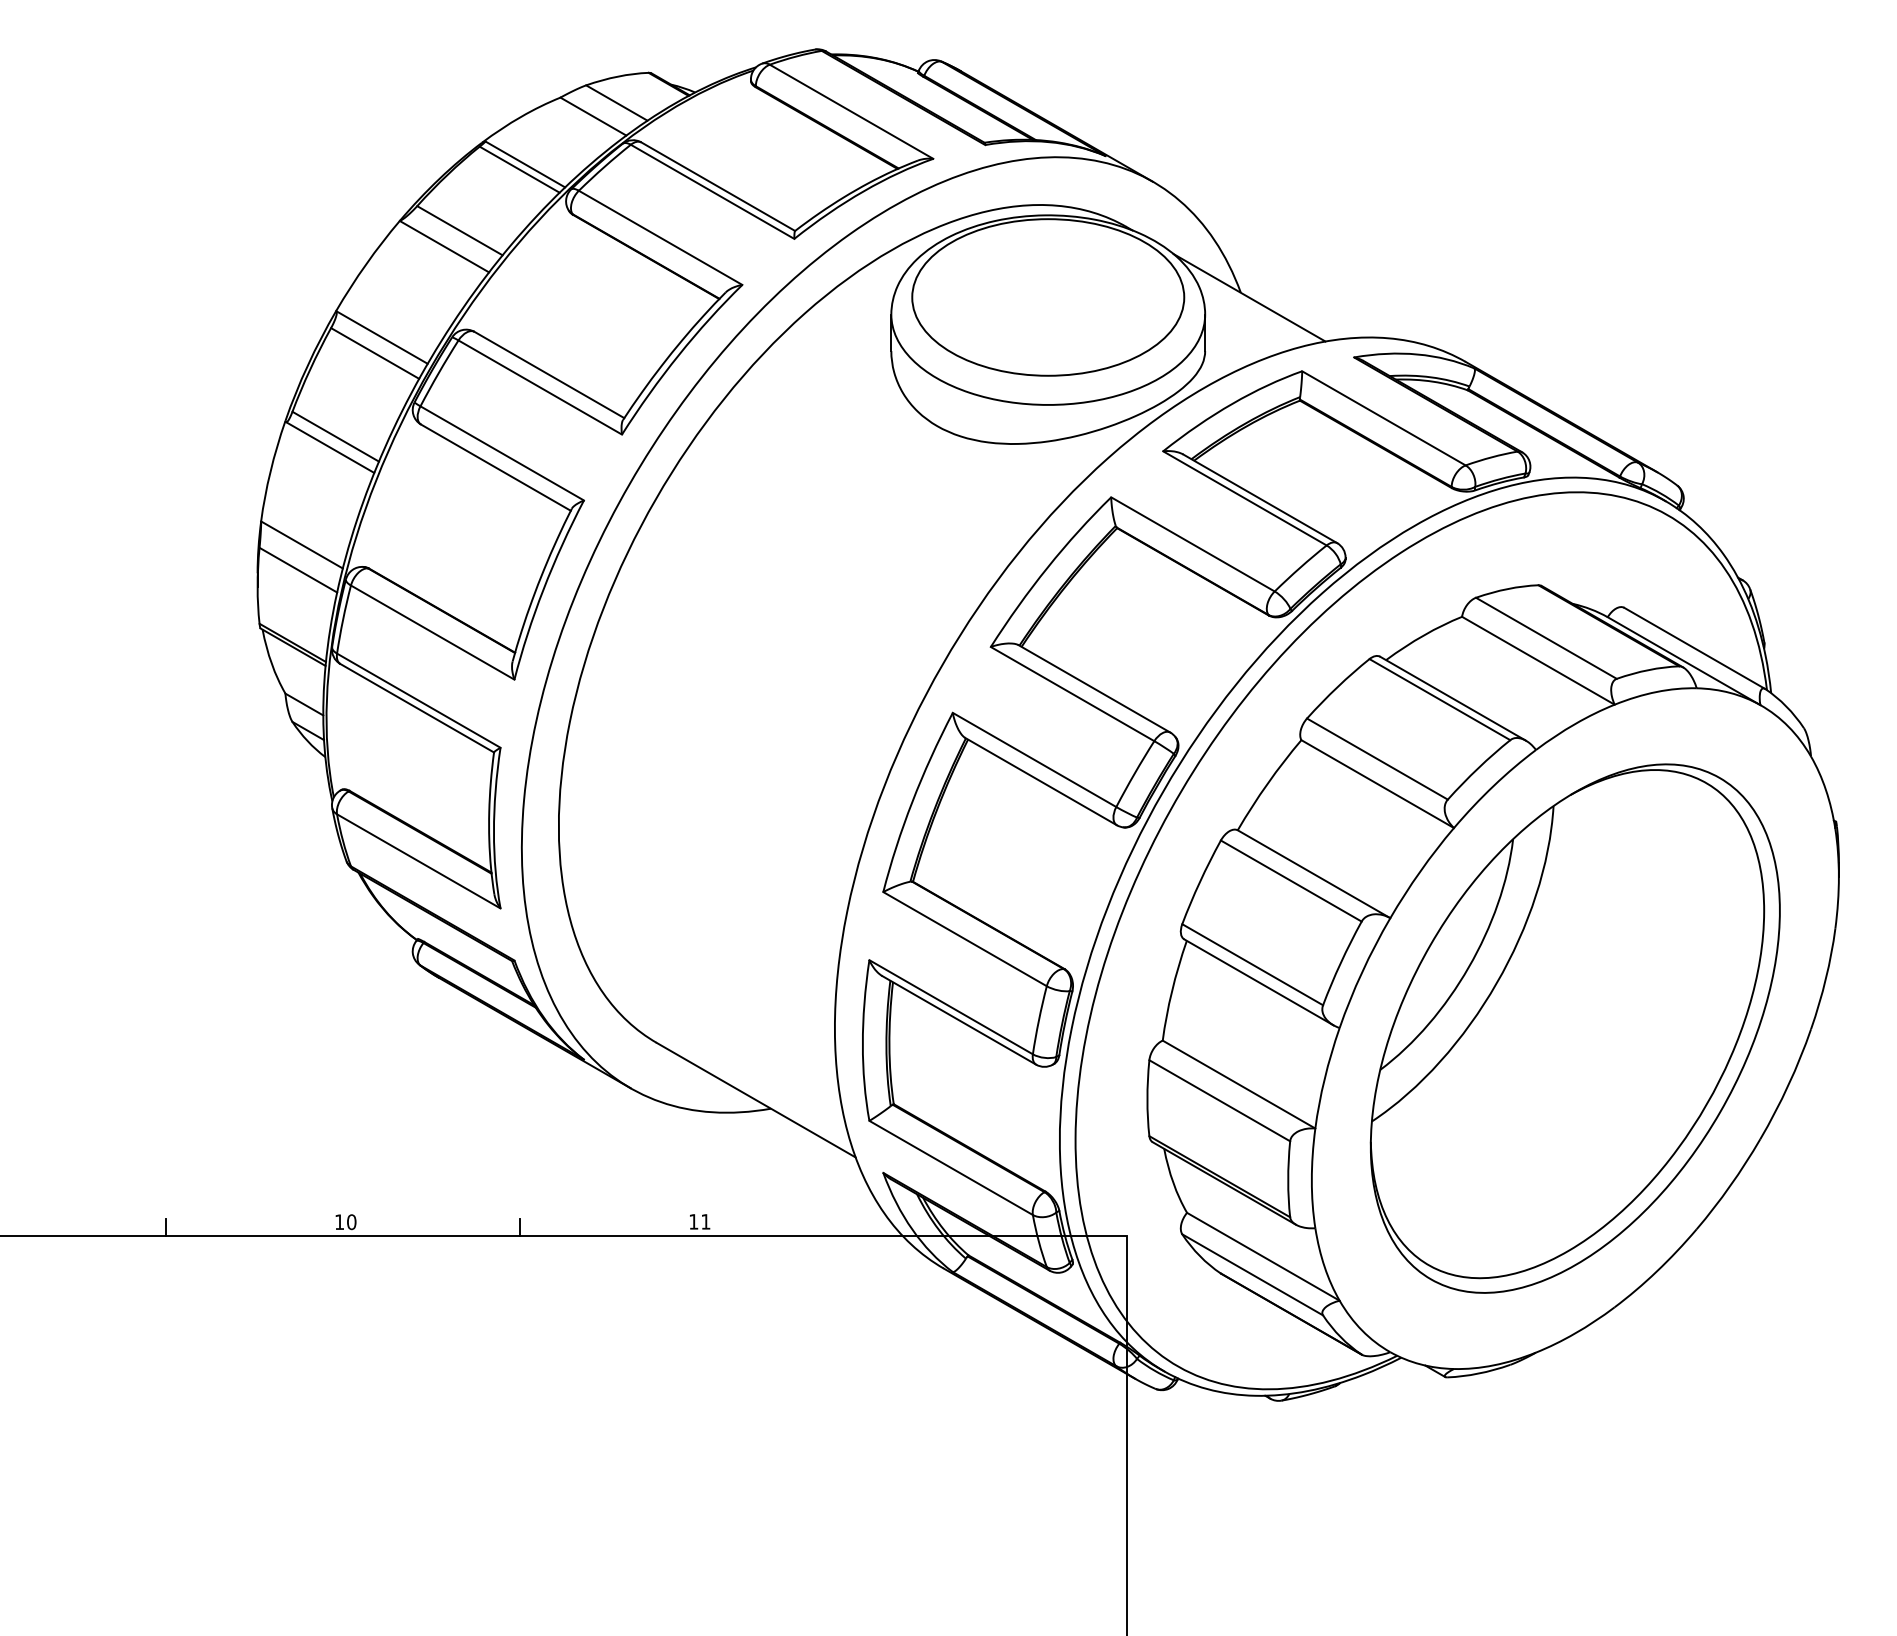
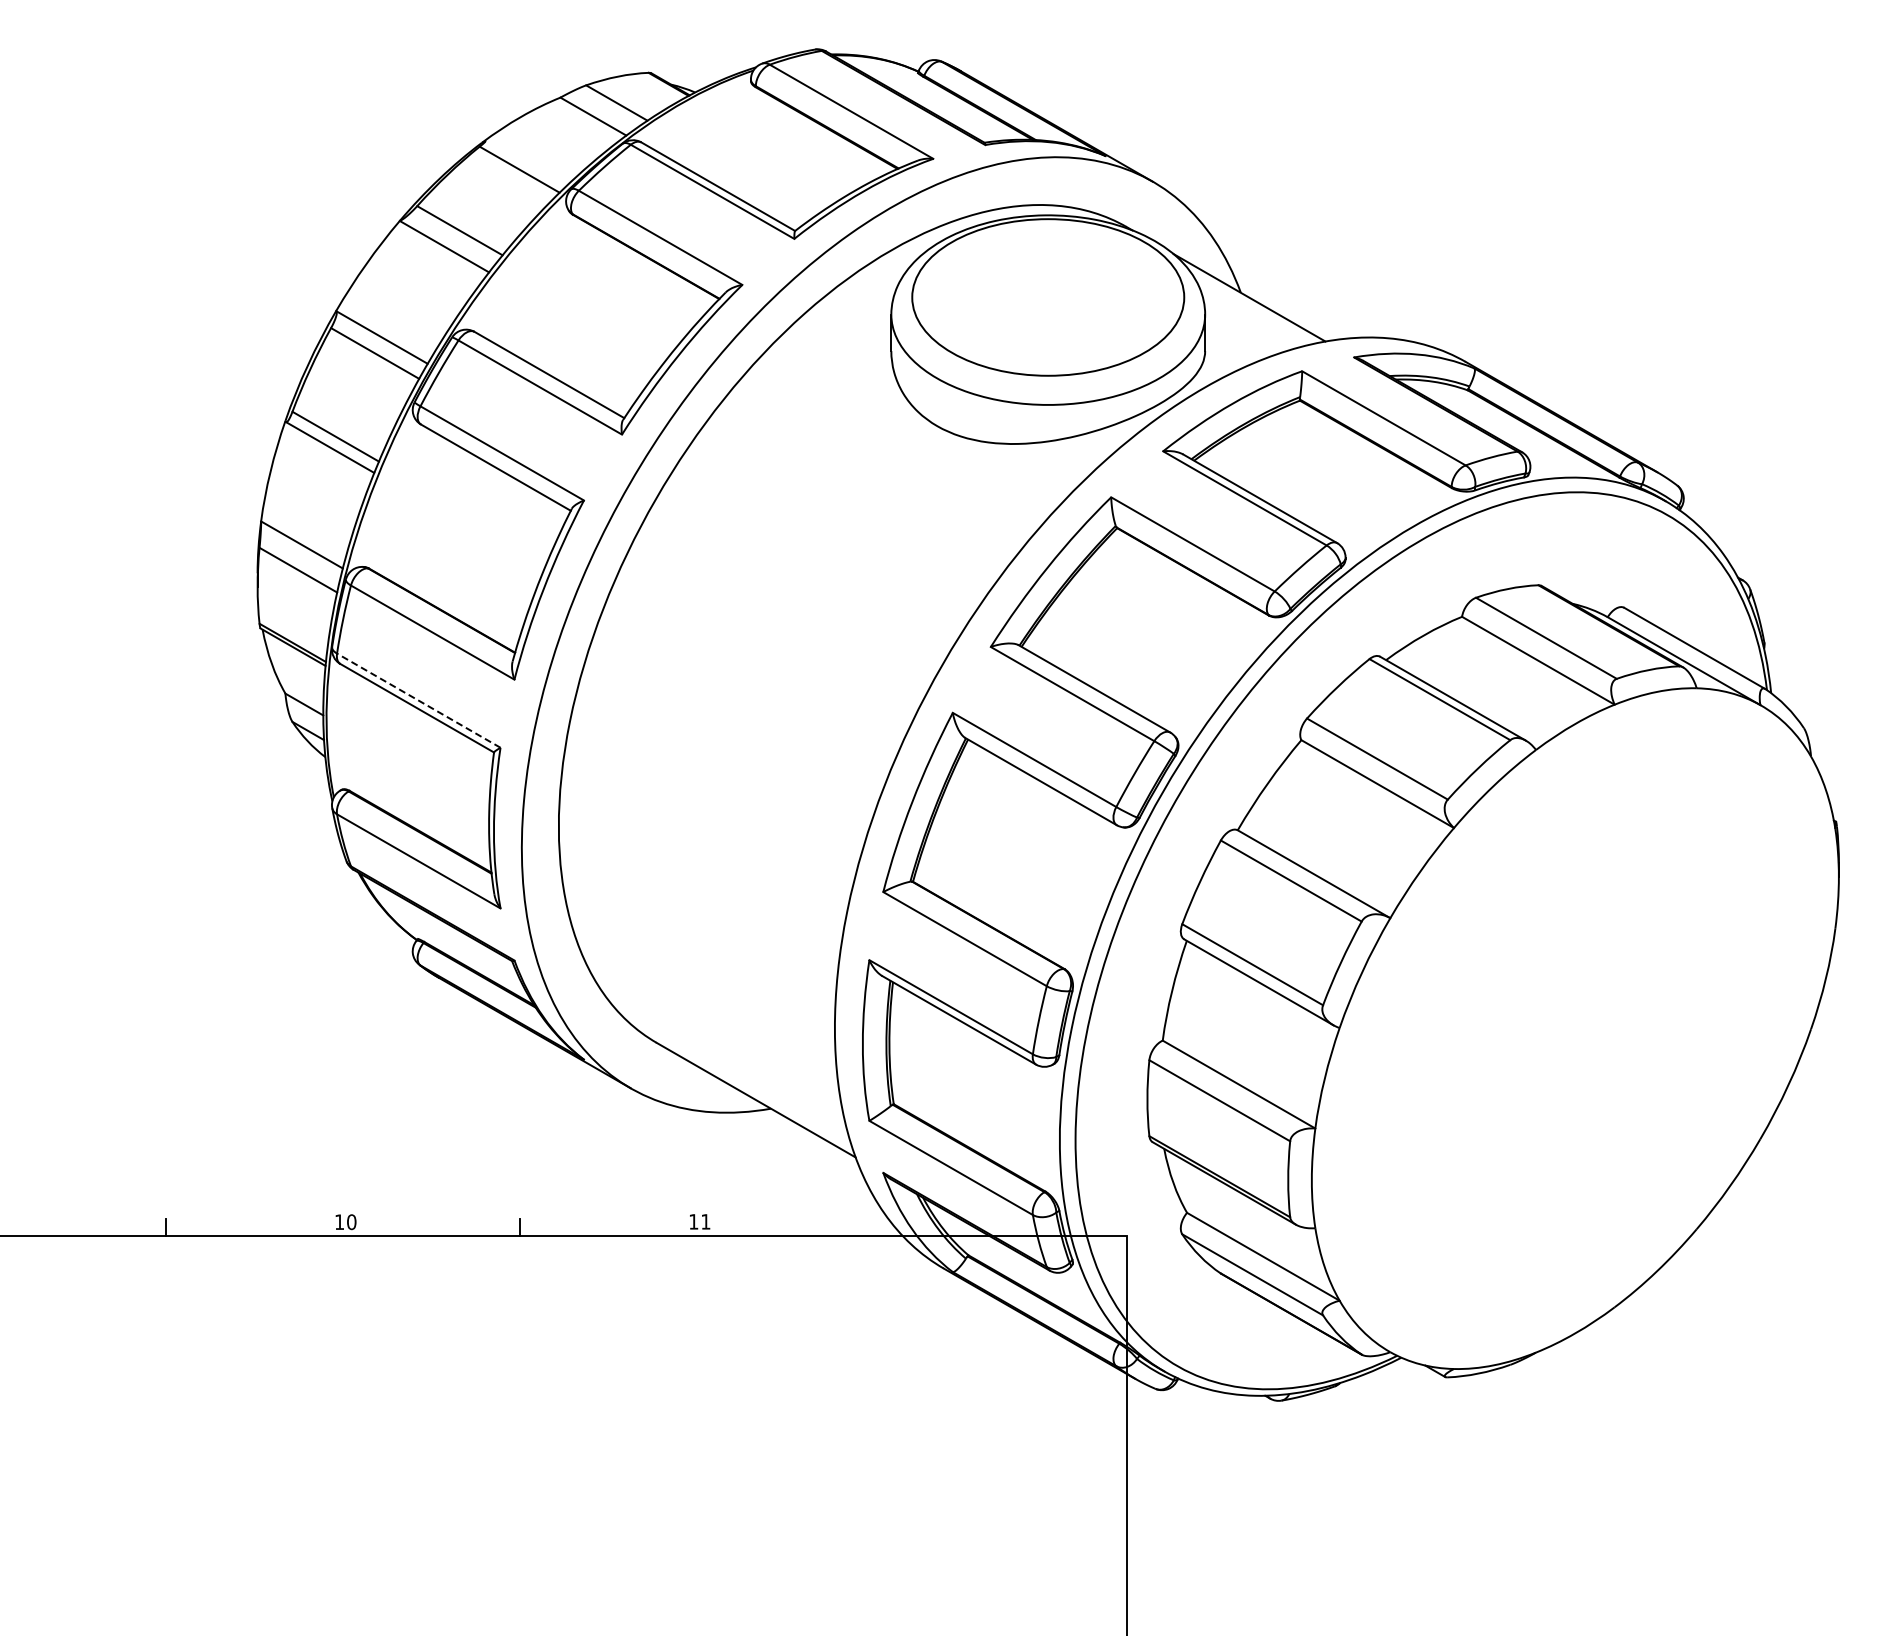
line at (525, 164): present -> none
line at (418, 700): solid -> dashed
part at (1574, 1028): present -> none
